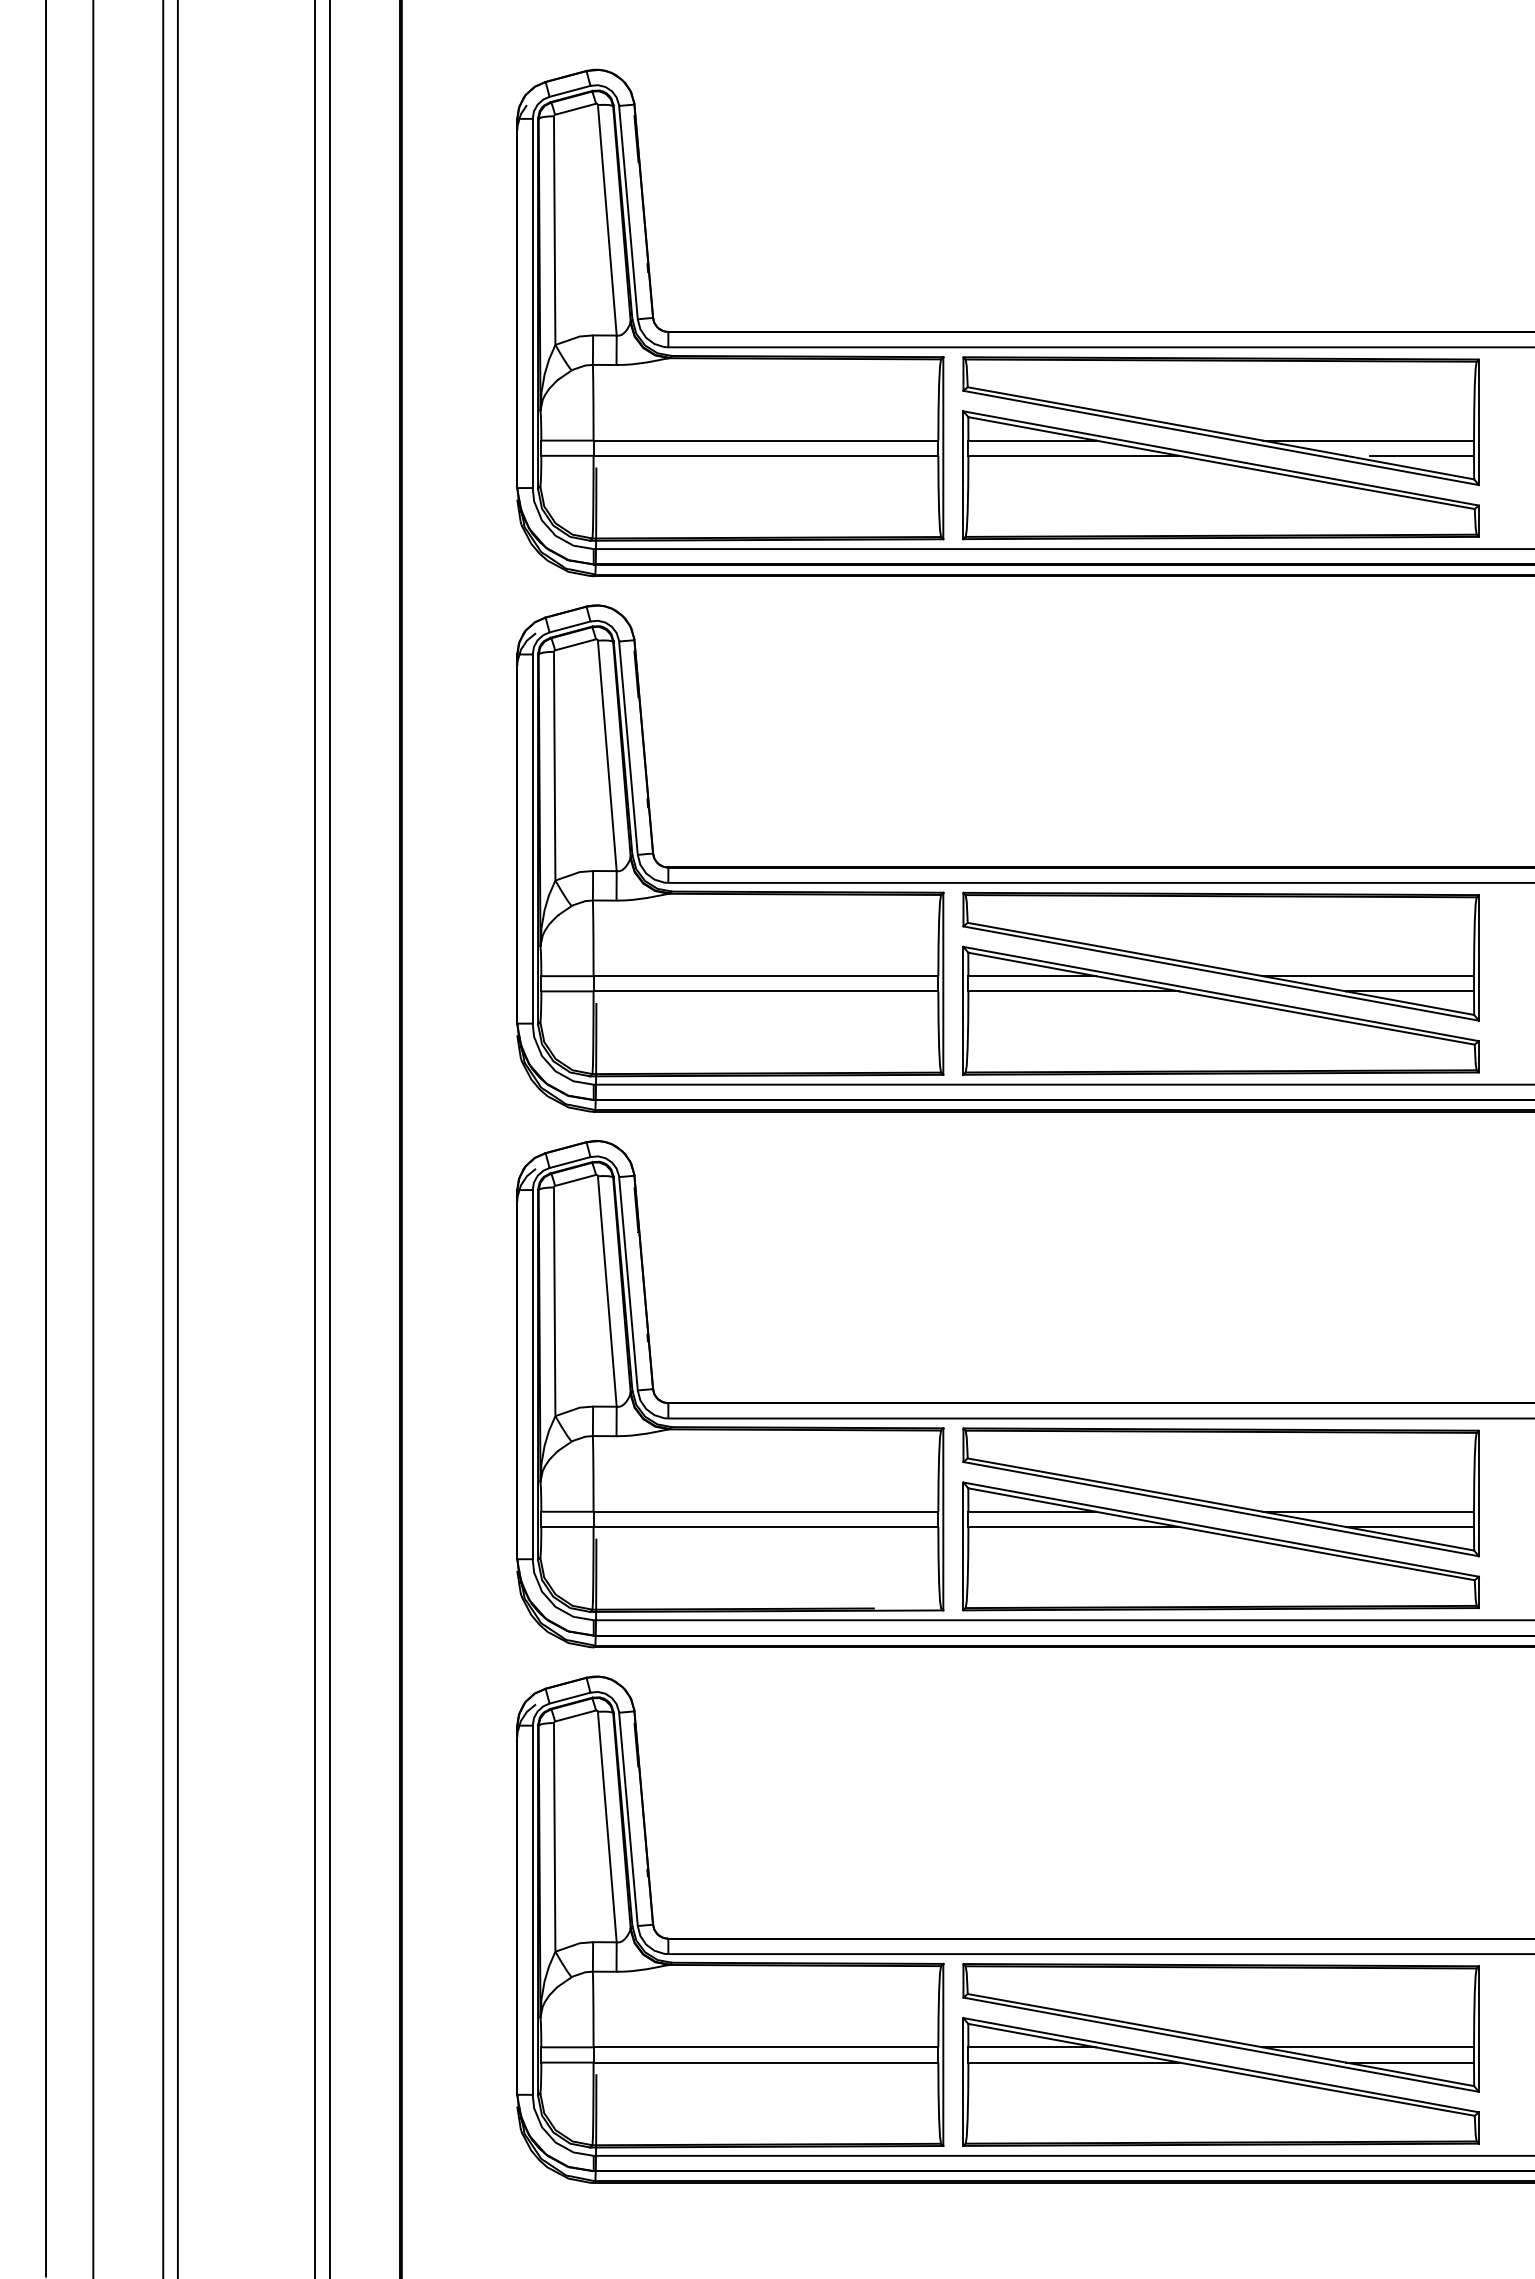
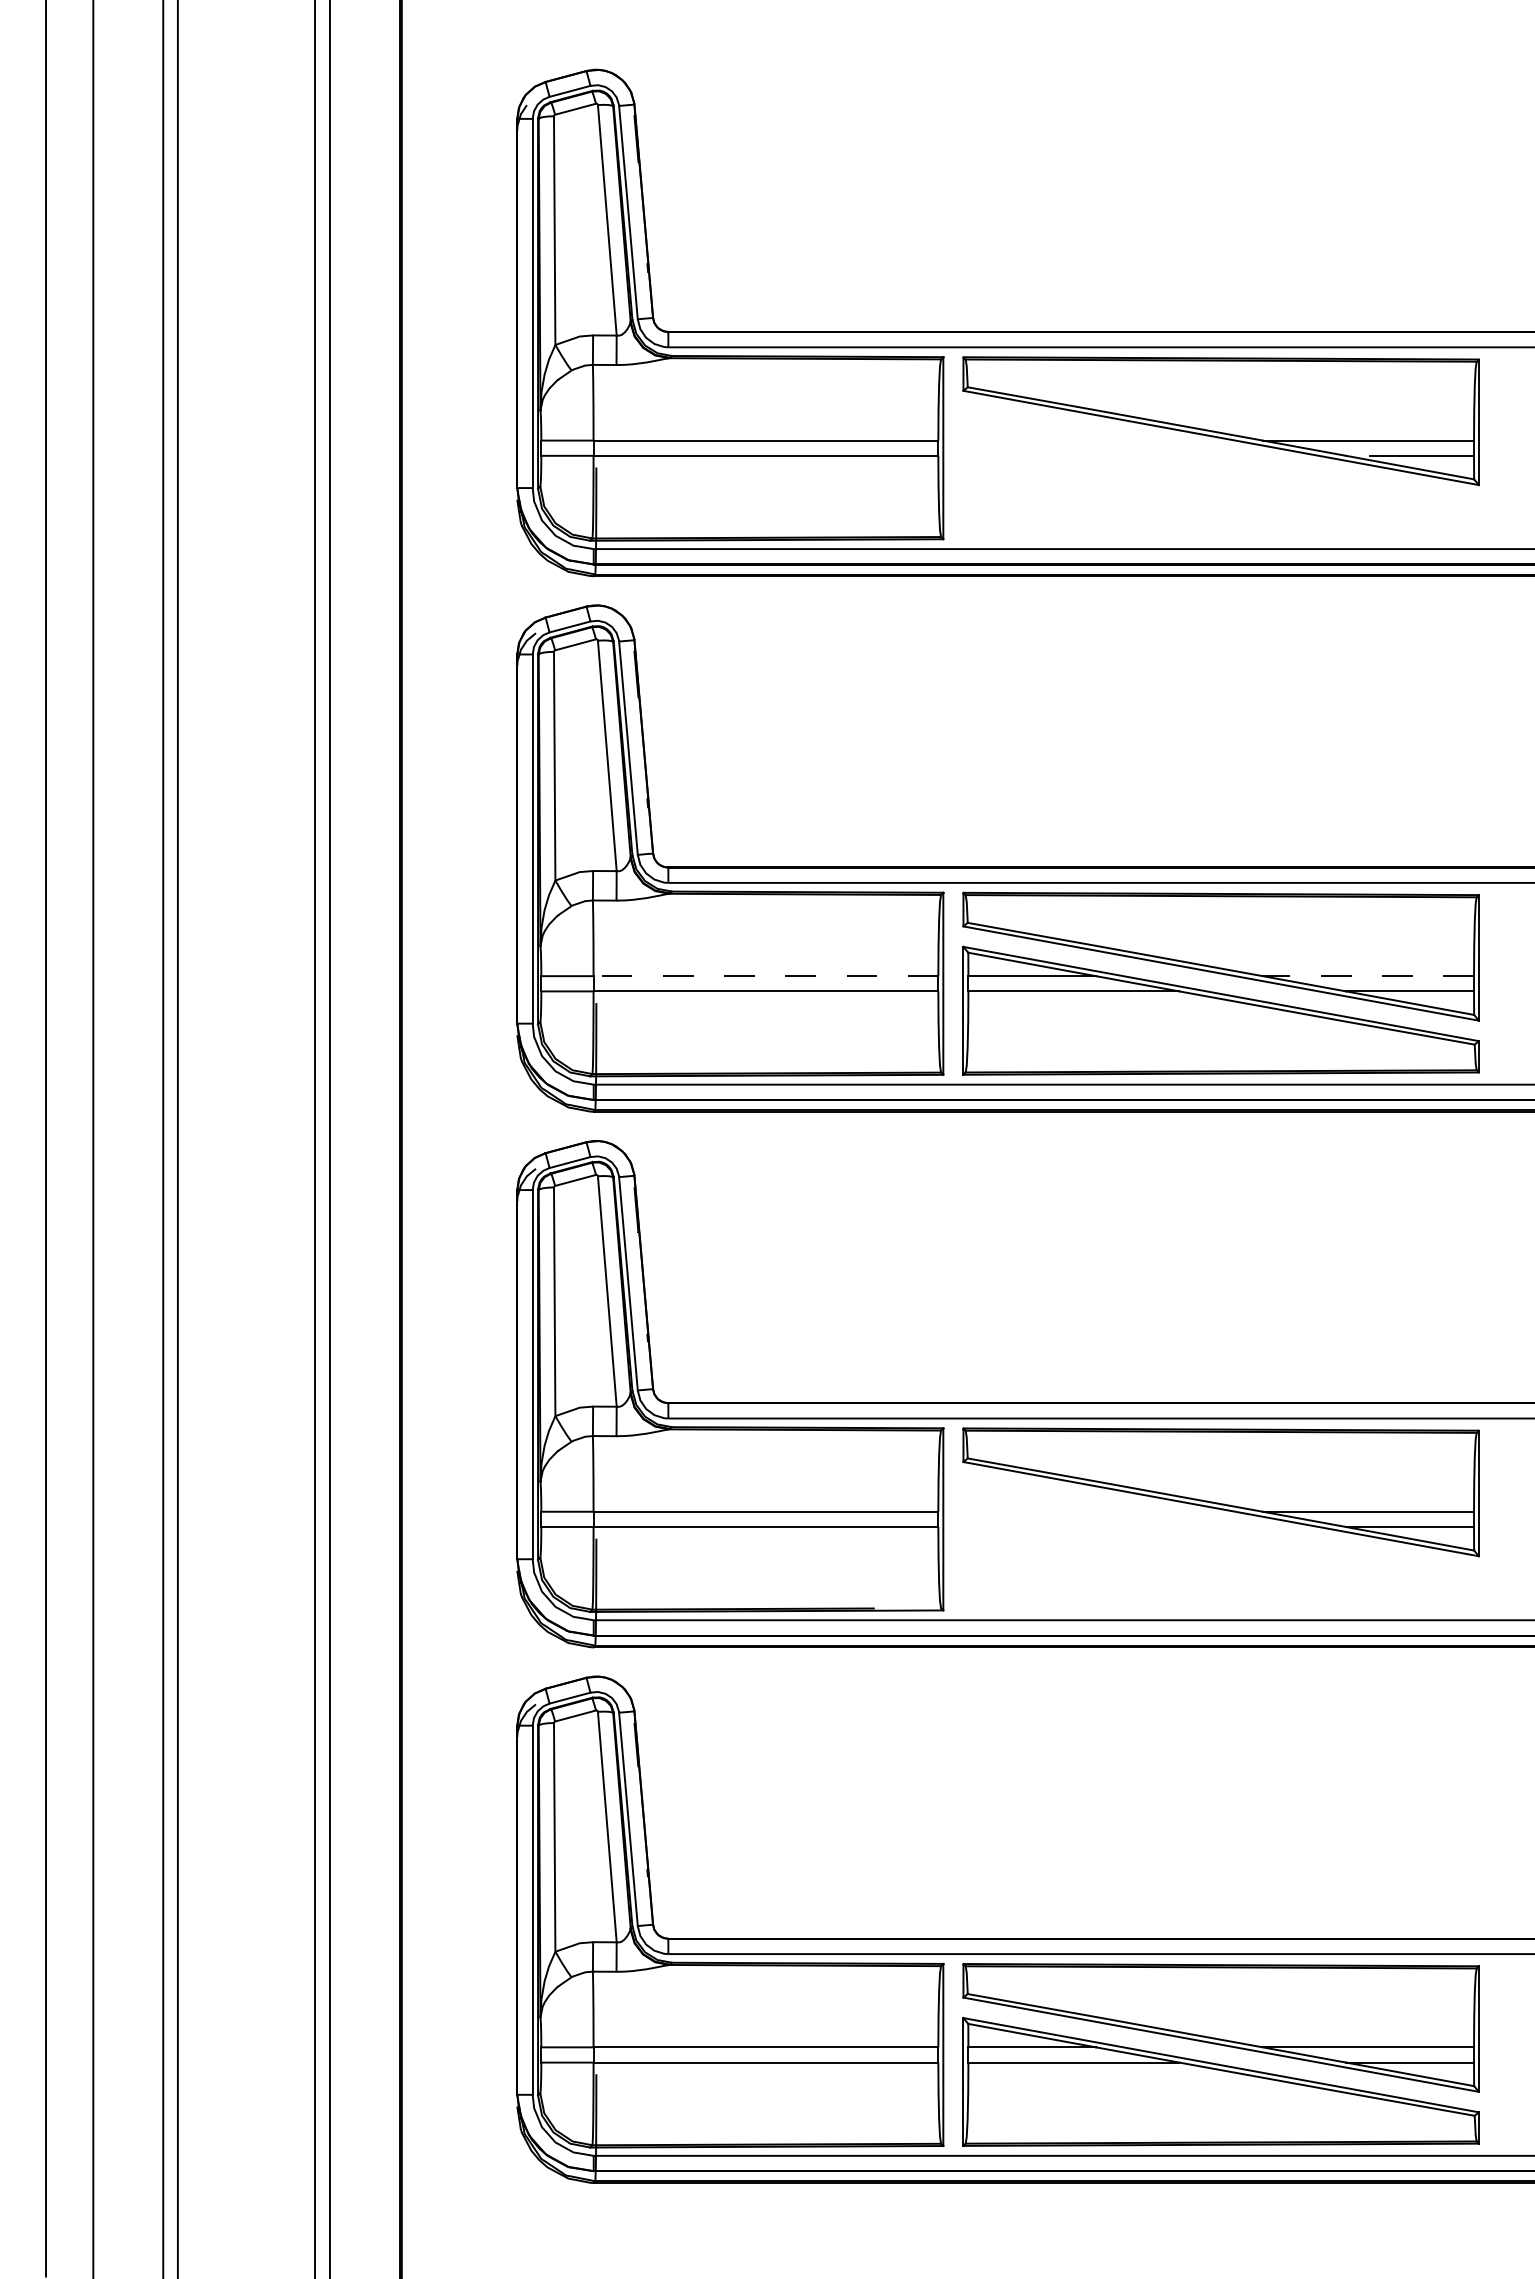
part at (1220, 475): present -> none
line at (765, 976): solid -> dashed
line at (1368, 976): solid -> dashed
part at (1220, 1546): present -> none
